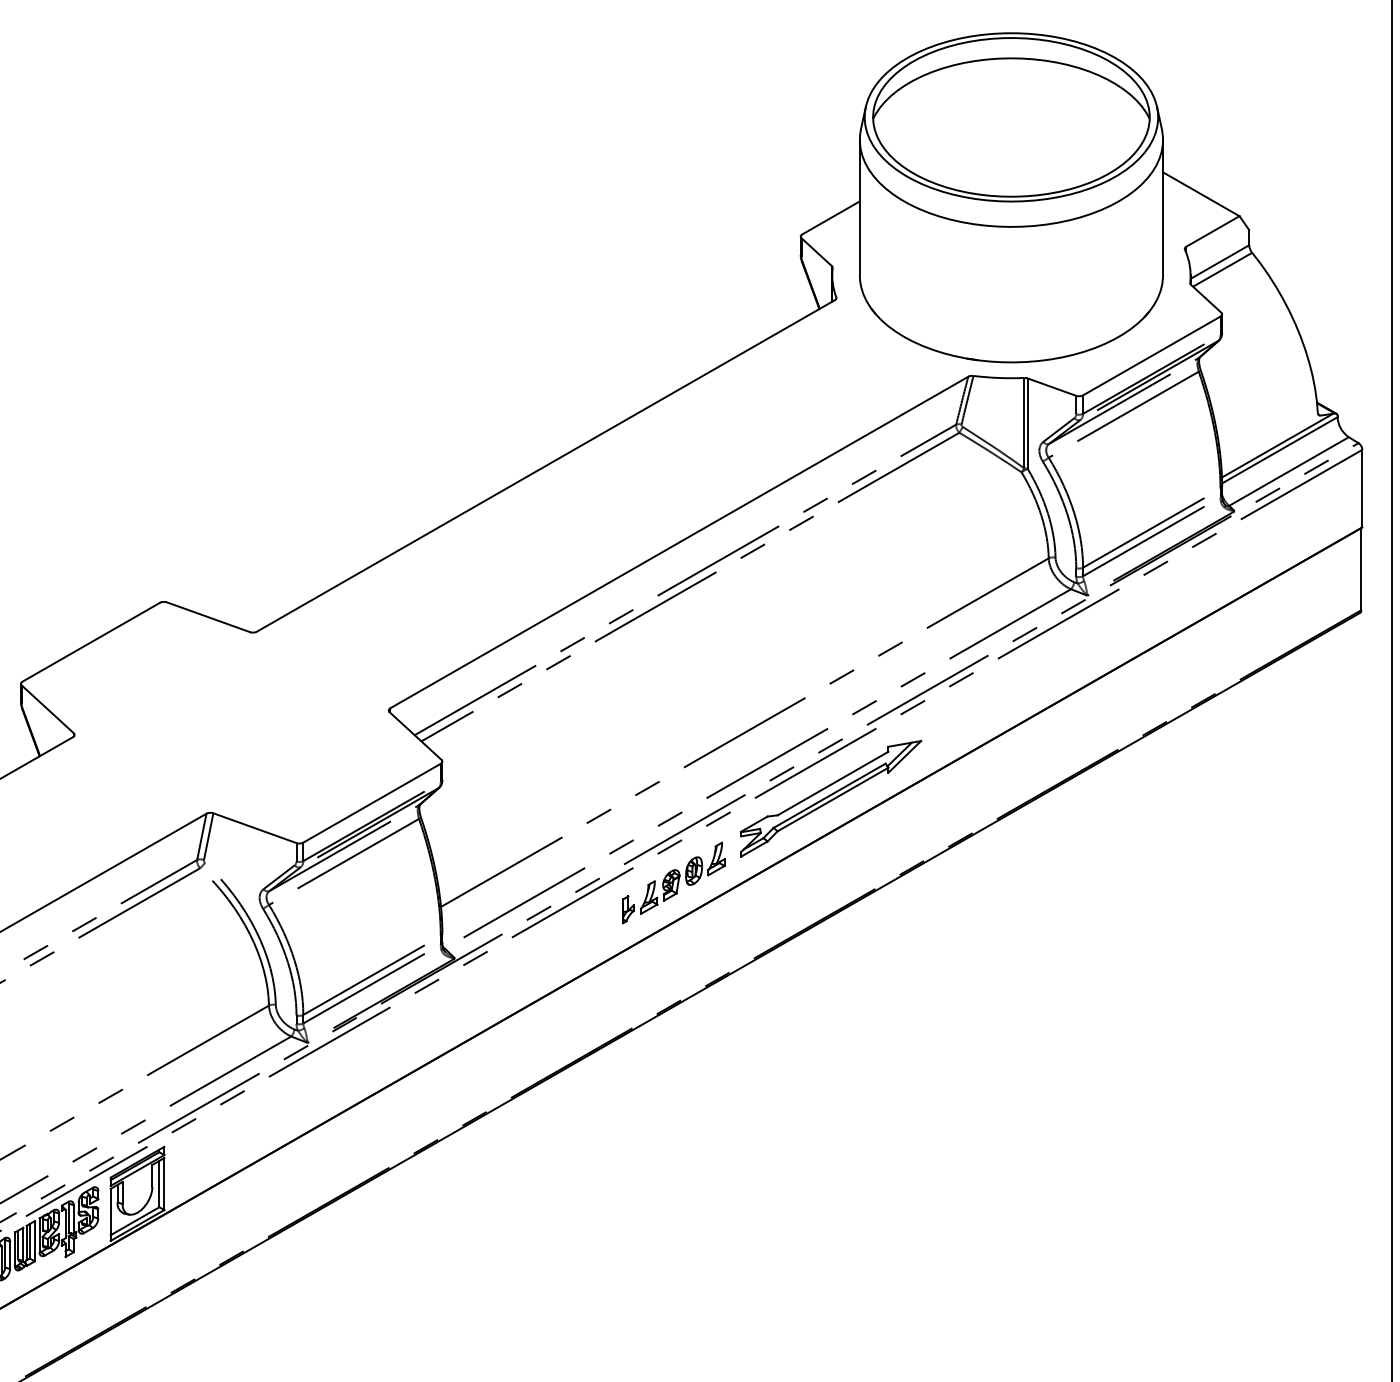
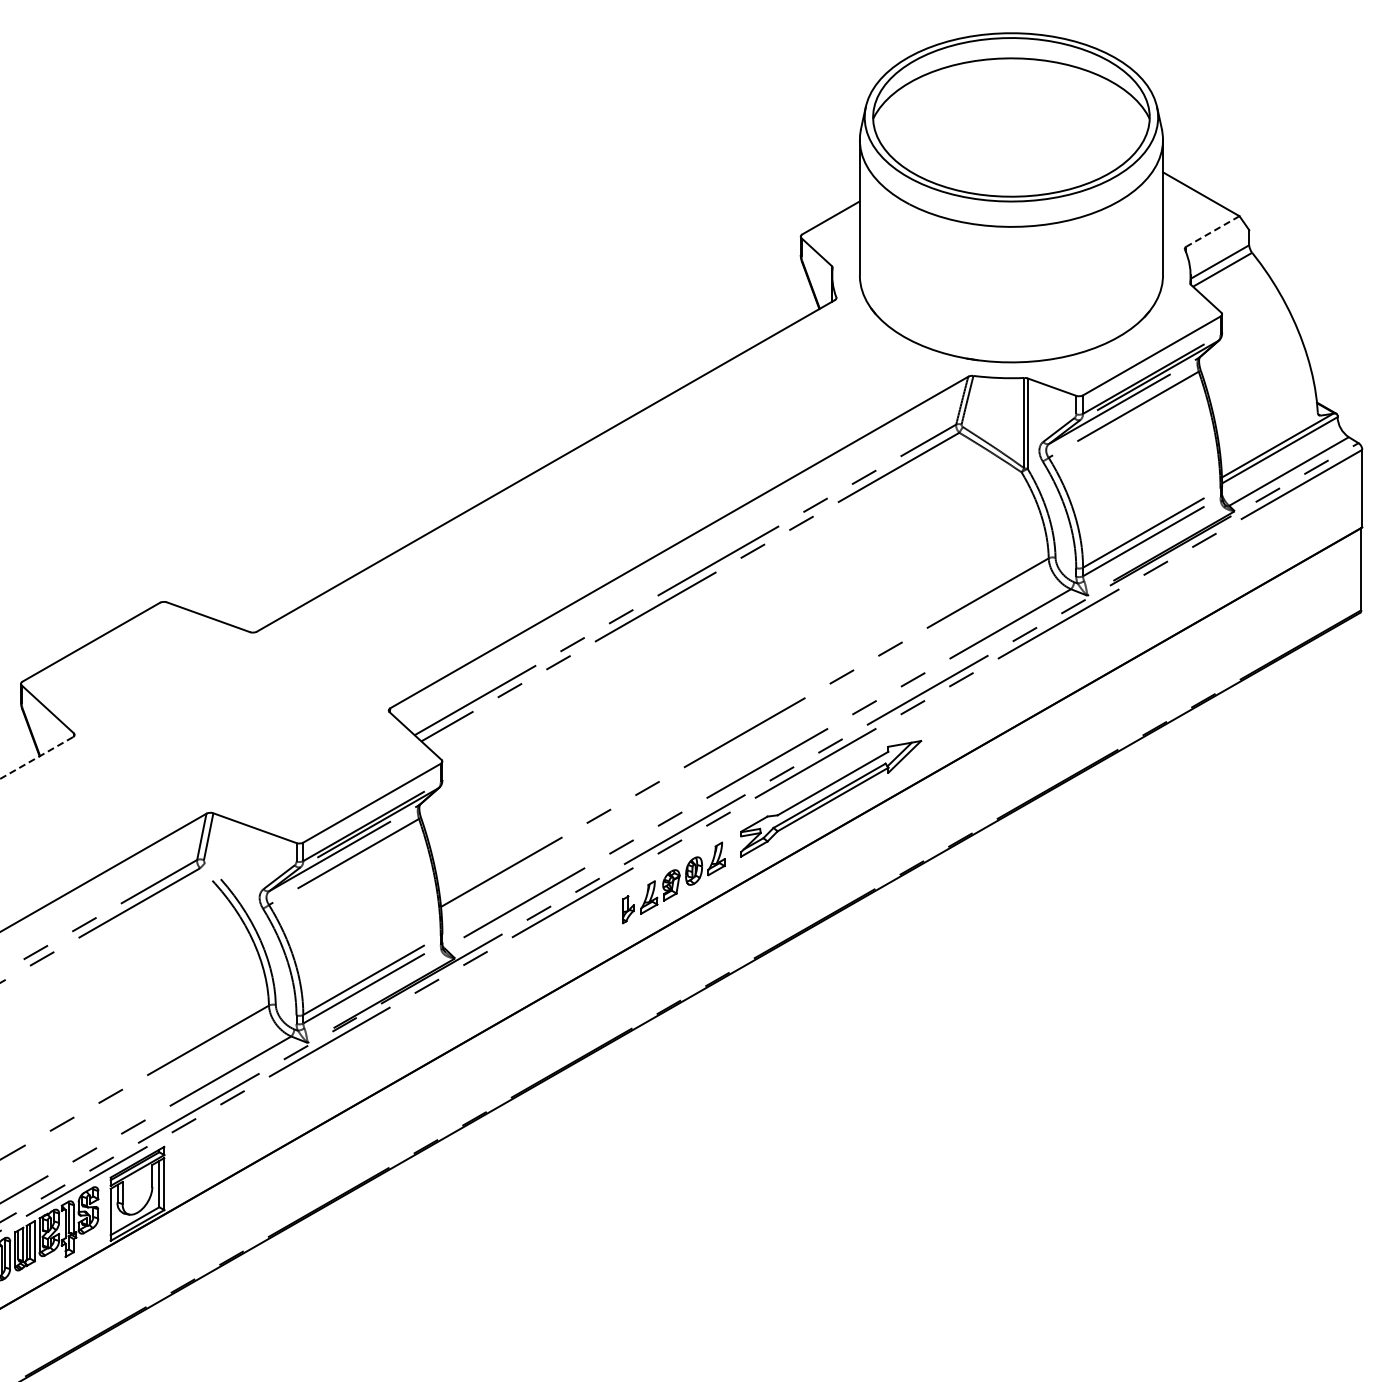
line at (1212, 231): solid -> dashed
line at (1391, 690): present -> none
line at (36, 758): solid -> dashed
